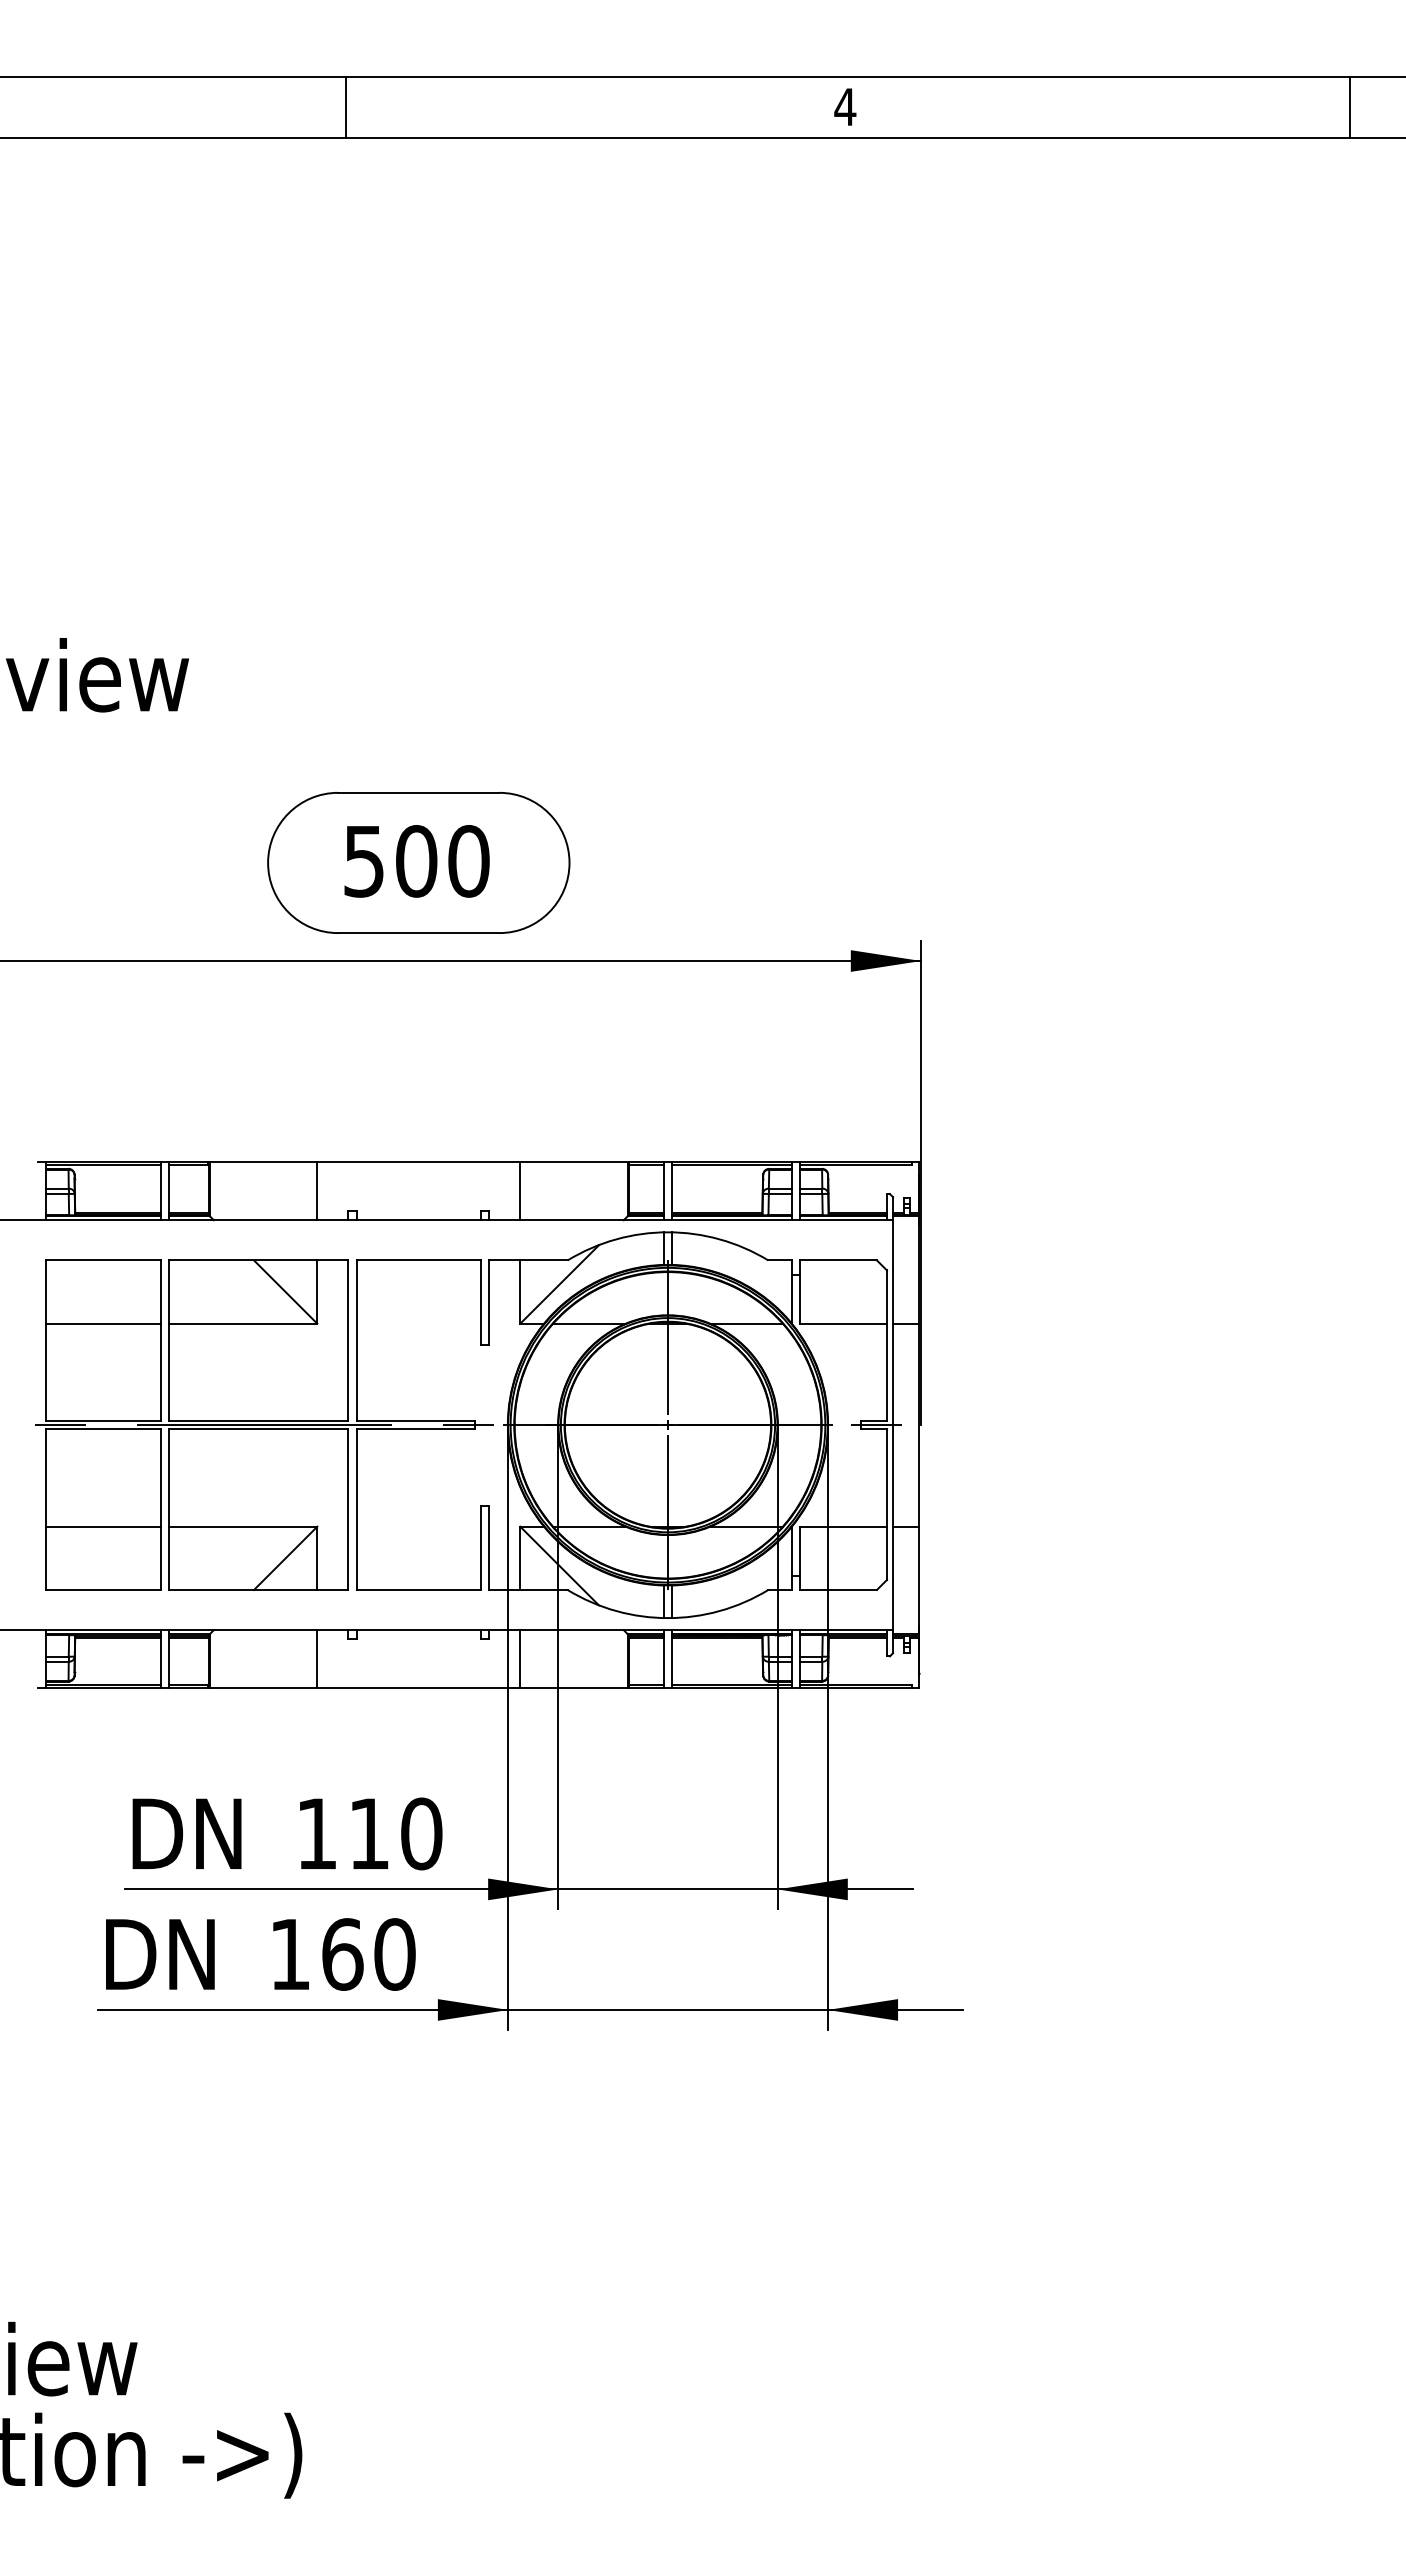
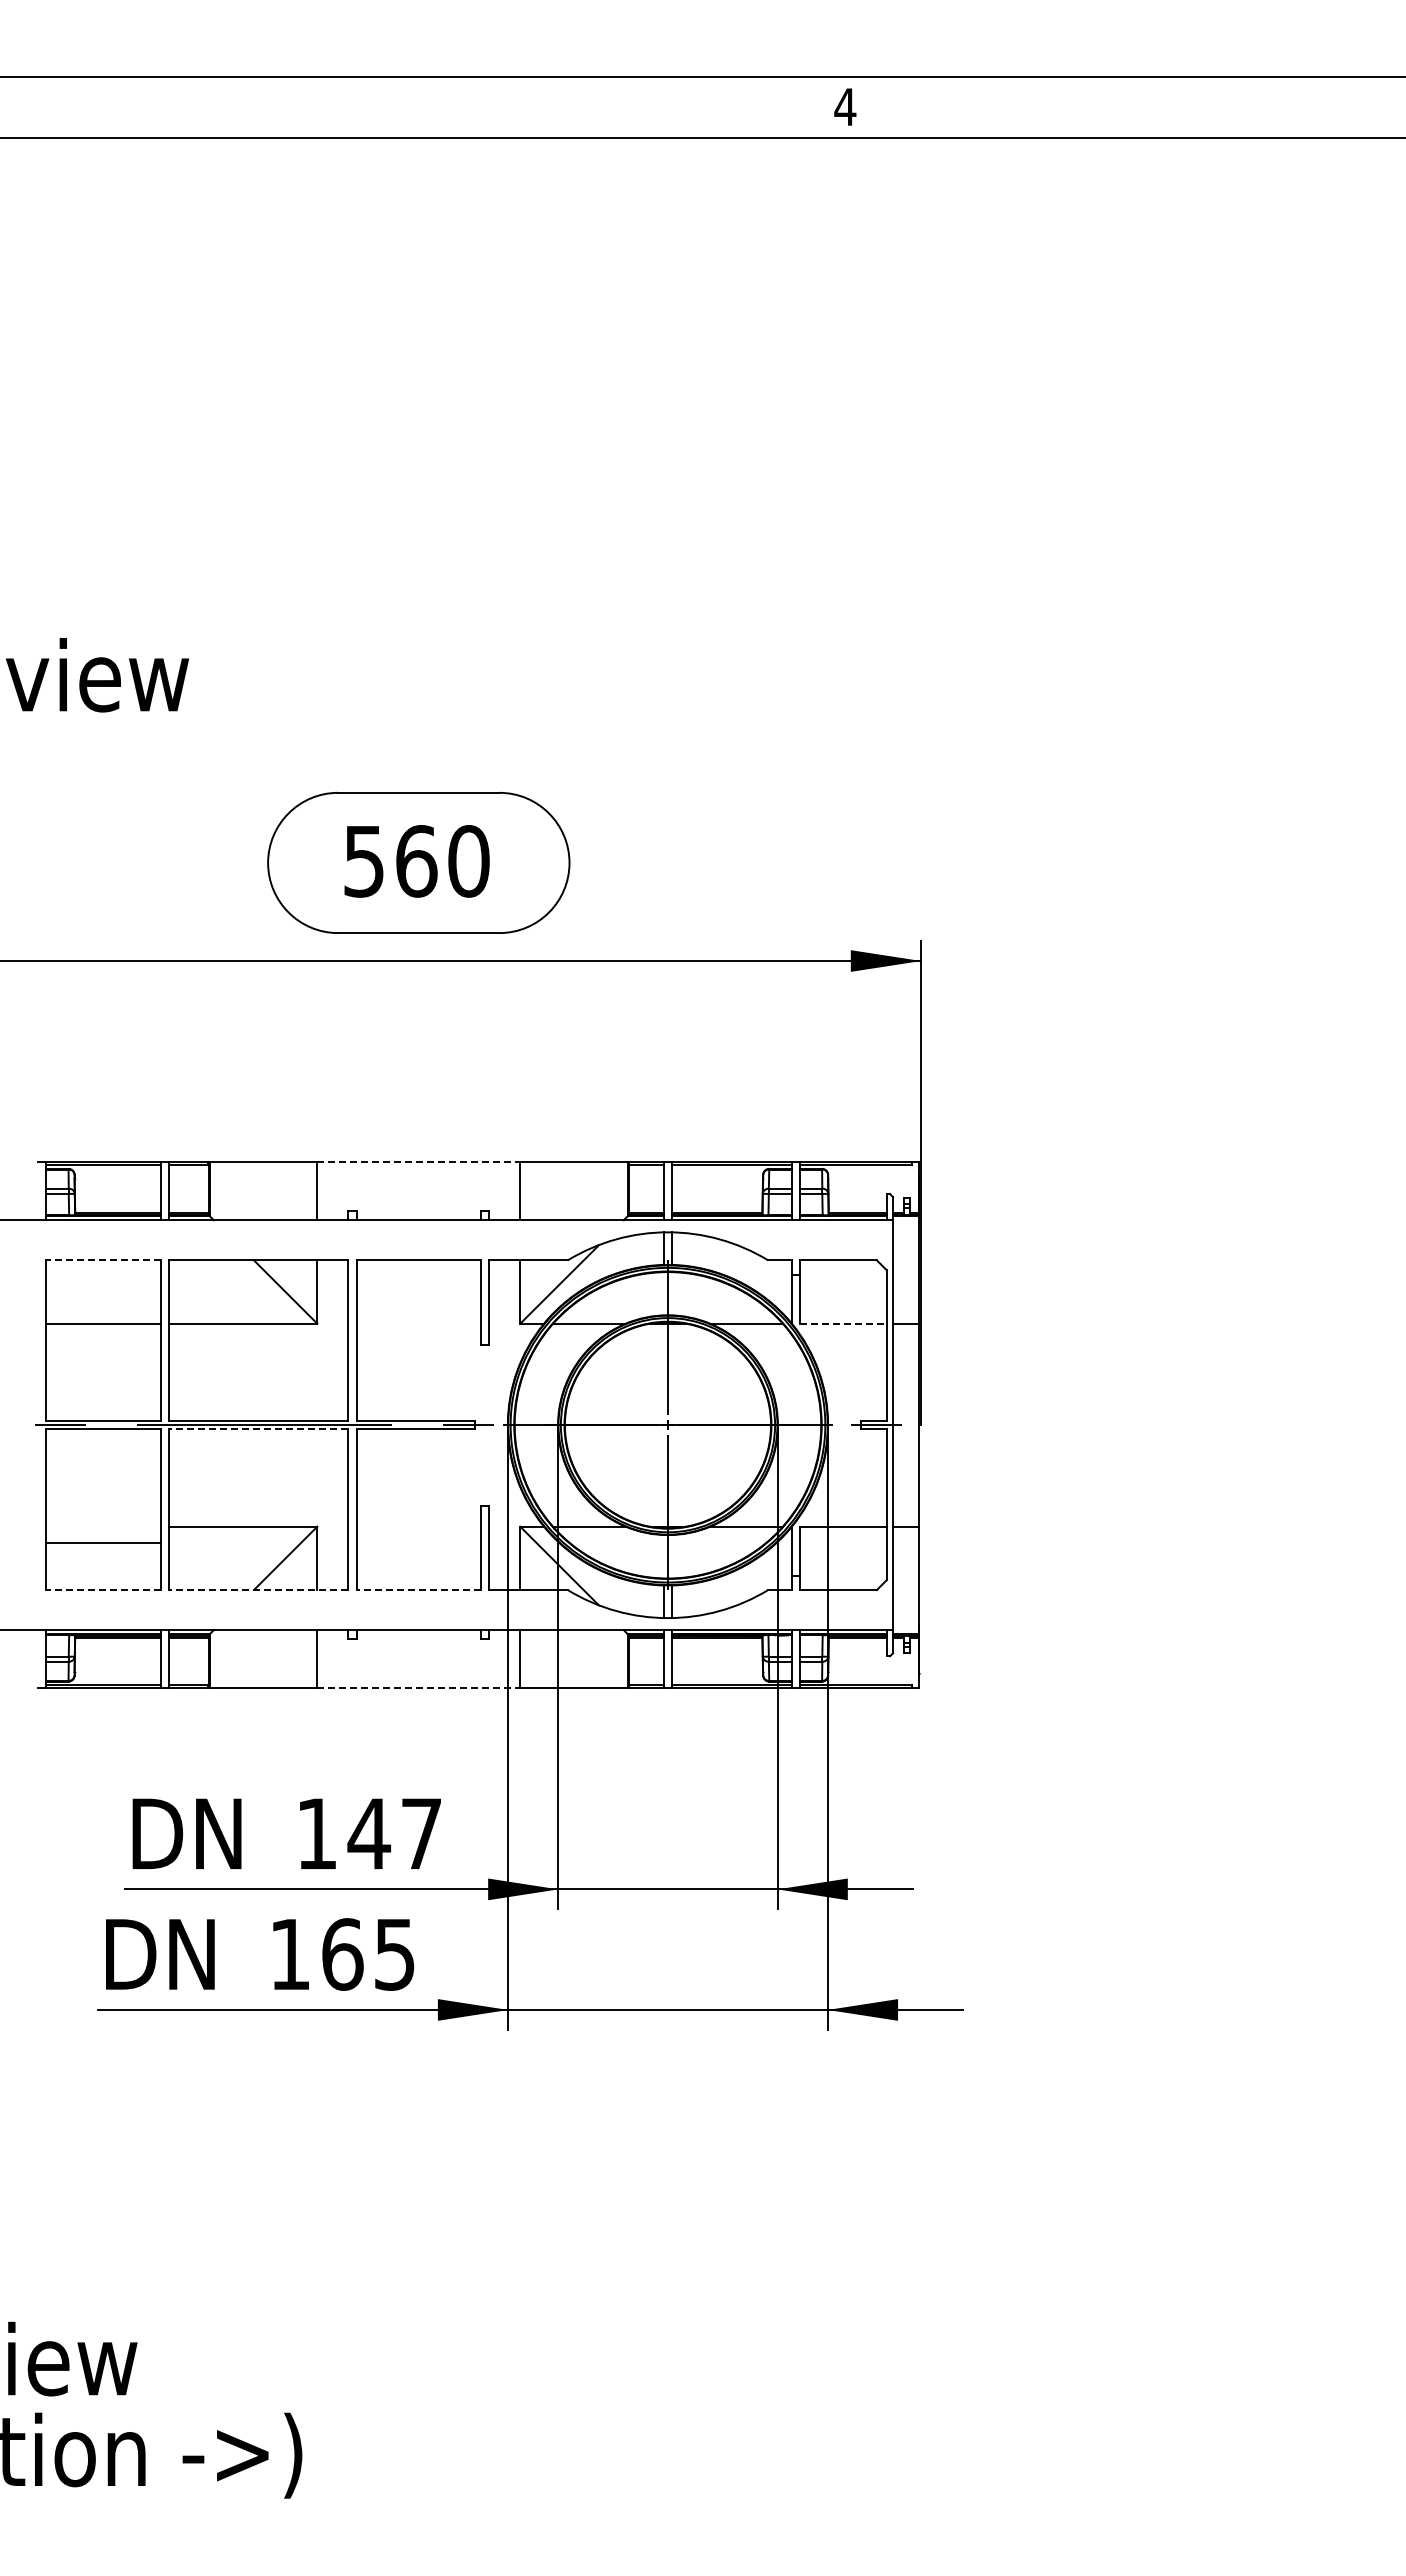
line at (345, 107): present -> none
line at (1350, 107): present -> none
text at (416, 861): 500 -> 560
line at (419, 1161): solid -> dashed
line at (102, 1260): solid -> dashed
line at (843, 1323): solid -> dashed
line at (258, 1429): solid -> dashed
line at (103, 1526) position: (103, 1526) -> (103, 1542)
line at (102, 1589): solid -> dashed
line at (258, 1589): solid -> dashed
line at (418, 1589): solid -> dashed
line at (419, 1688): solid -> dashed
text at (394, 1833): 110 -> 147
text at (394, 1954): 160 -> 165
